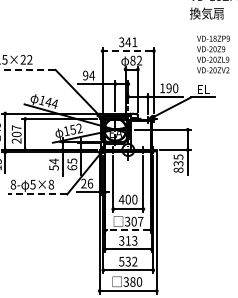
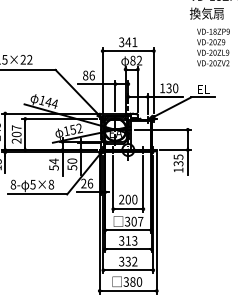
line at (128, 51): dashed -> solid
text at (213, 54) position: (213, 54) -> (213, 47)
line at (28, 69): dashed -> solid
text at (89, 75): 94 -> 86
text at (168, 88): 190 -> 130
text at (72, 164): 65 -> 50
text at (178, 169): 835 -> 135
line at (37, 194): dashed -> solid
text at (121, 199): 400 -> 200
line at (127, 230): dashed -> solid
text at (121, 260): 532 -> 332
